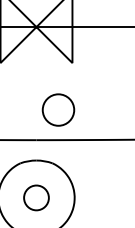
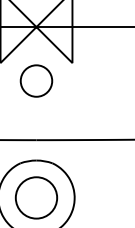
circle at (58, 109) position: (58, 109) -> (36, 80)
circle at (36, 197) diameter: 25 px -> 41 px
